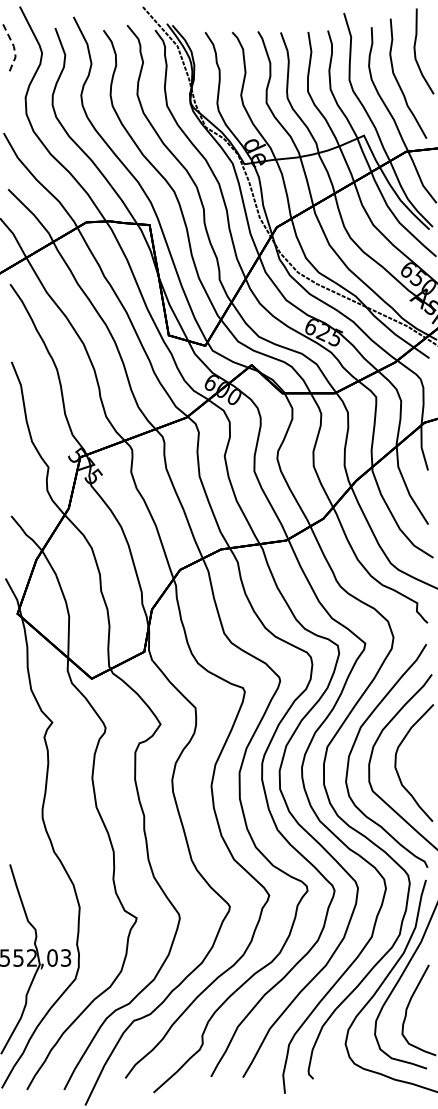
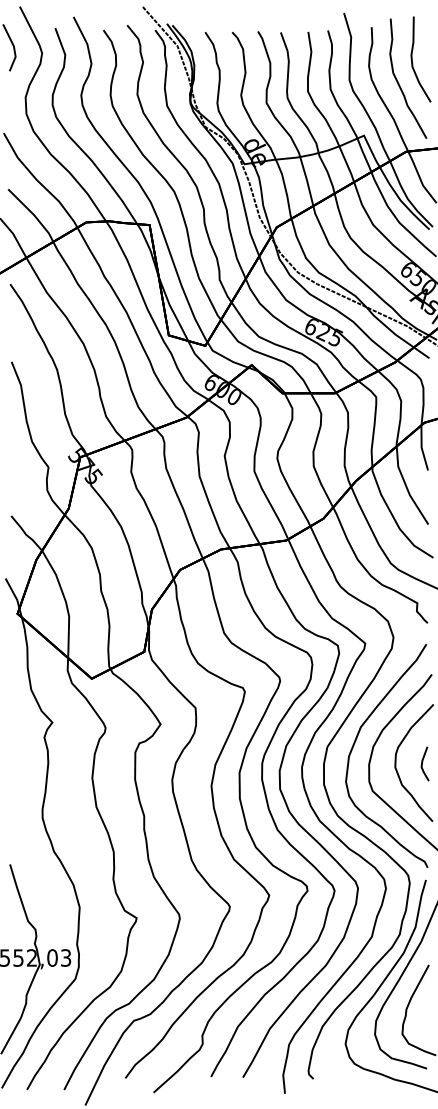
line at (14, 47): dashed -> solid
curve at (415, 51) position: (415, 51) -> (412, 59)
line at (423, 762): none -> present
